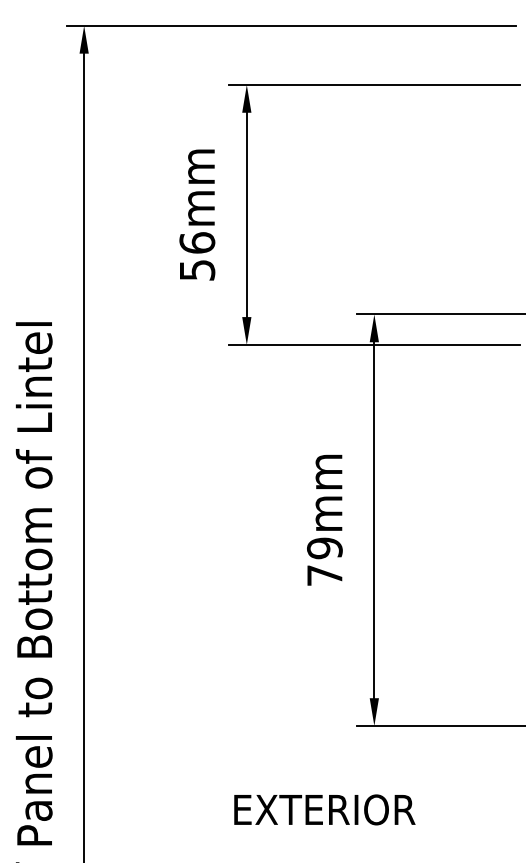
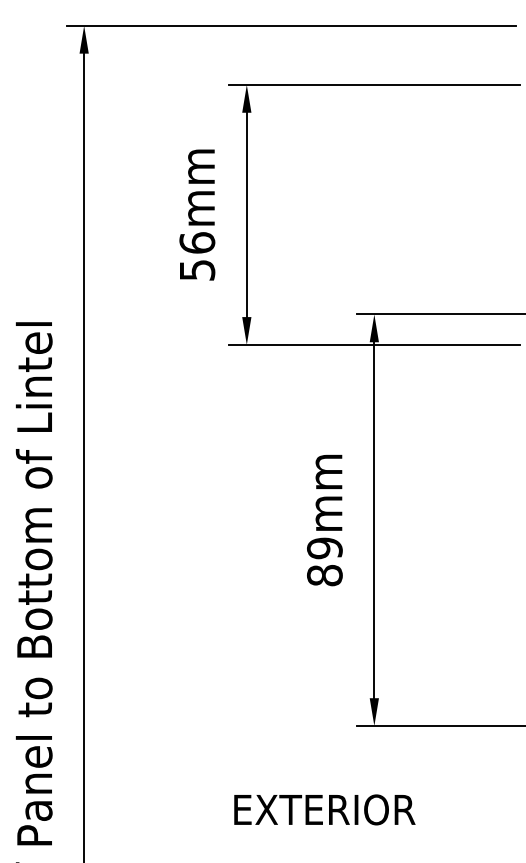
text at (324, 575): 79mm -> 89mm
